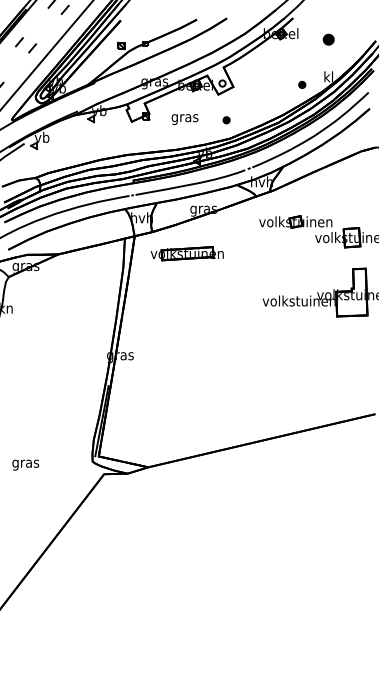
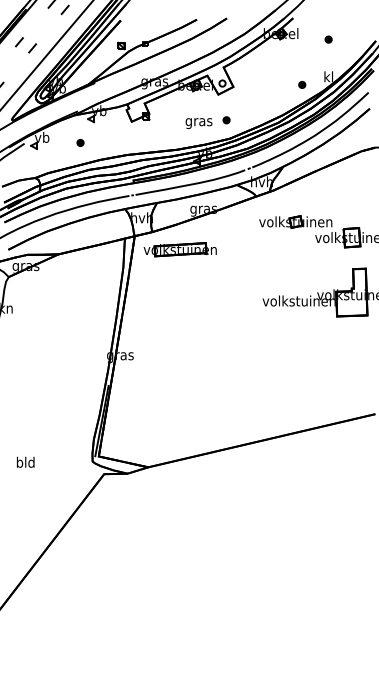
part at (328, 39) size: 13x13 px -> 9x9 px
text at (184, 119) position: (184, 119) -> (198, 123)
part at (80, 142): none -> present
part at (186, 253) position: (186, 253) -> (179, 249)
text at (25, 463): gras -> bld
